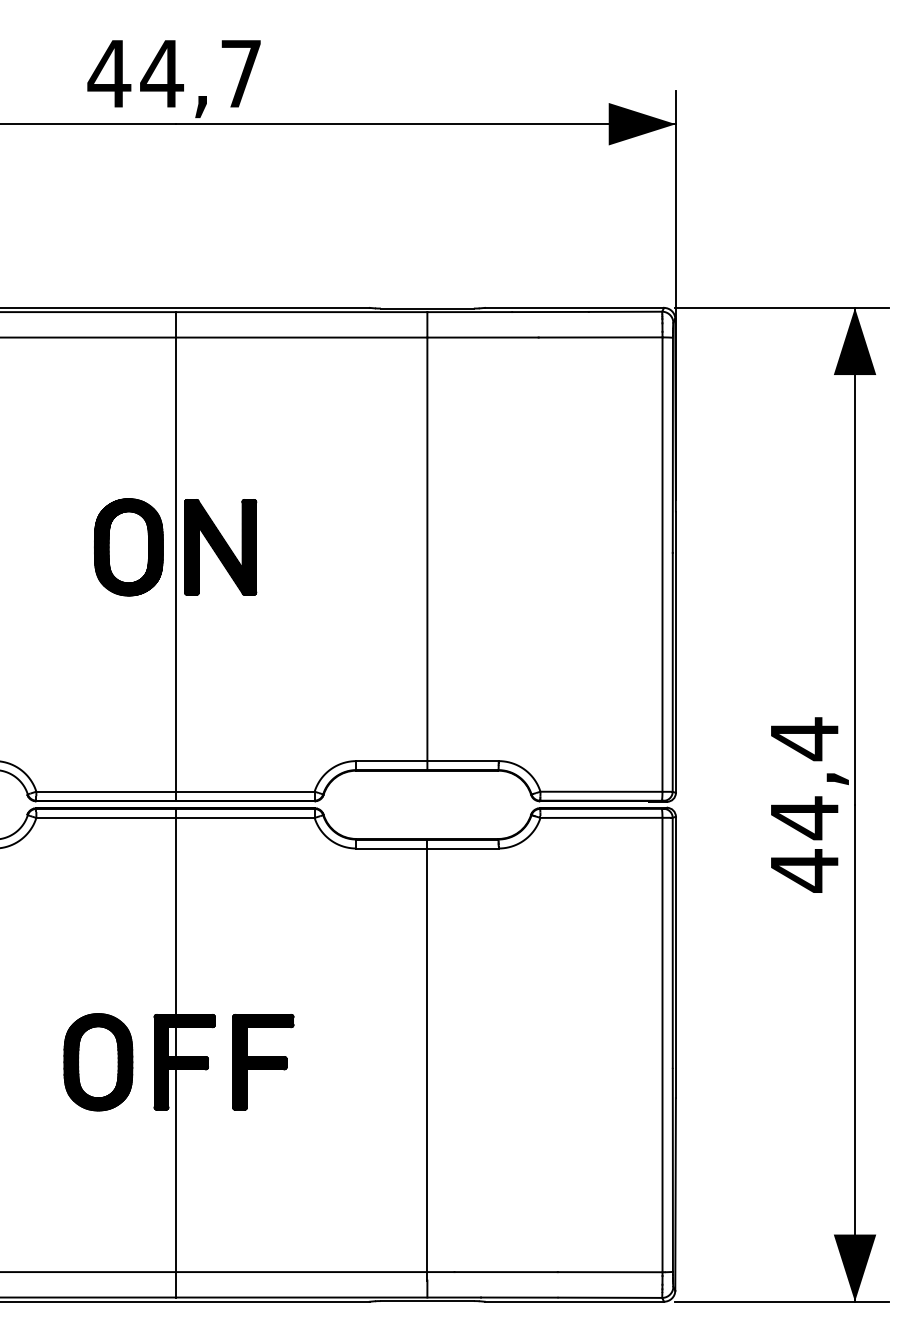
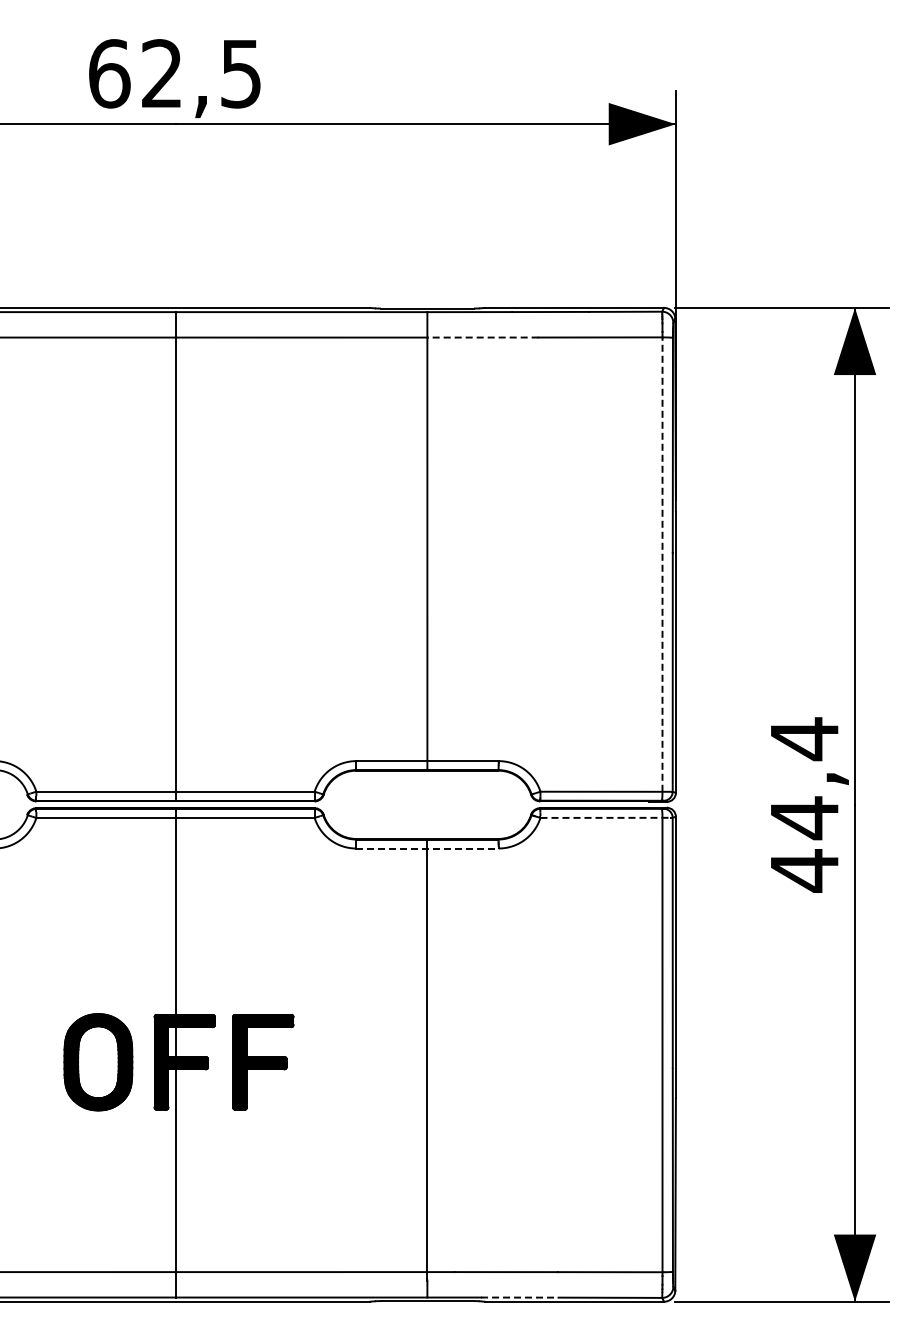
text at (173, 73): 44,7 -> 62,5
line at (483, 337): solid -> dashed
part at (184, 547): present -> none
line at (662, 564): solid -> dashed
line at (606, 817): solid -> dashed
line at (428, 848): solid -> dashed
line at (519, 1297): solid -> dashed
